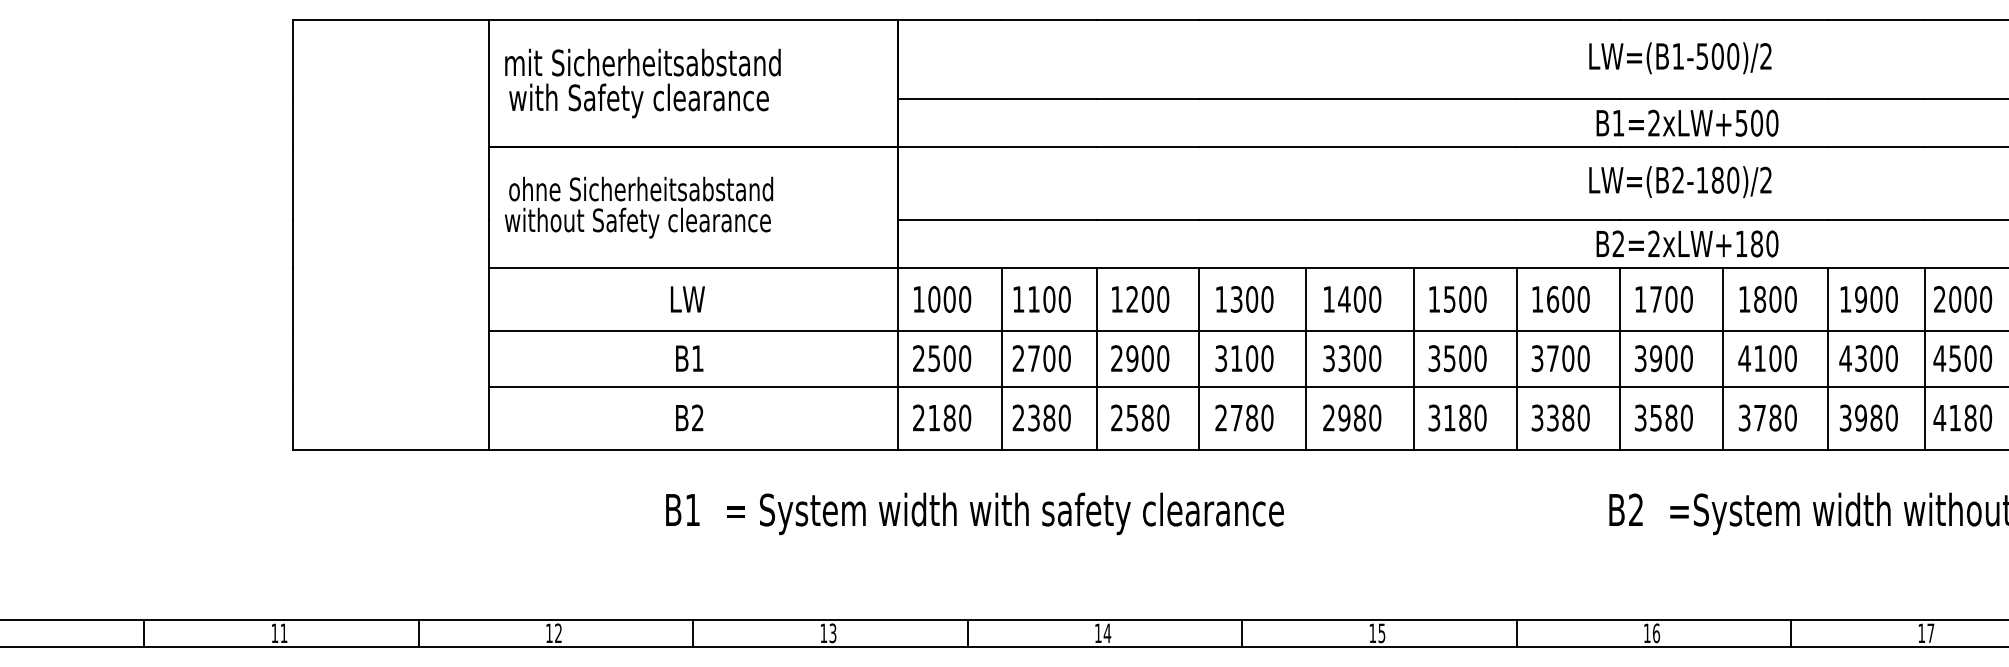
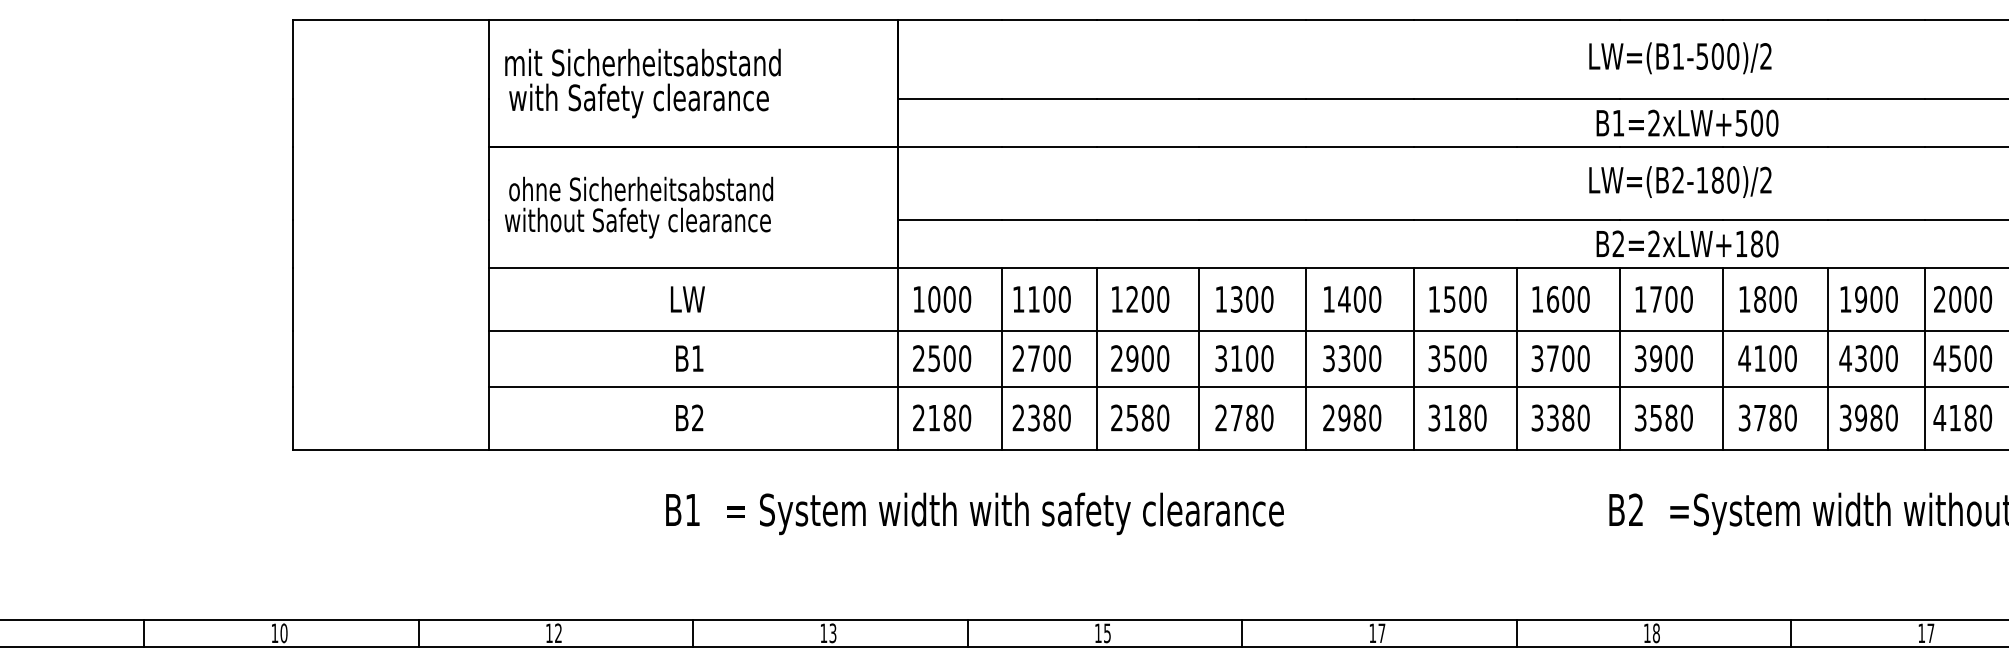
text at (1656, 632): 16 -> 18
text at (283, 633): 11 -> 10
text at (1107, 633): 14 -> 15
text at (1381, 633): 15 -> 17
